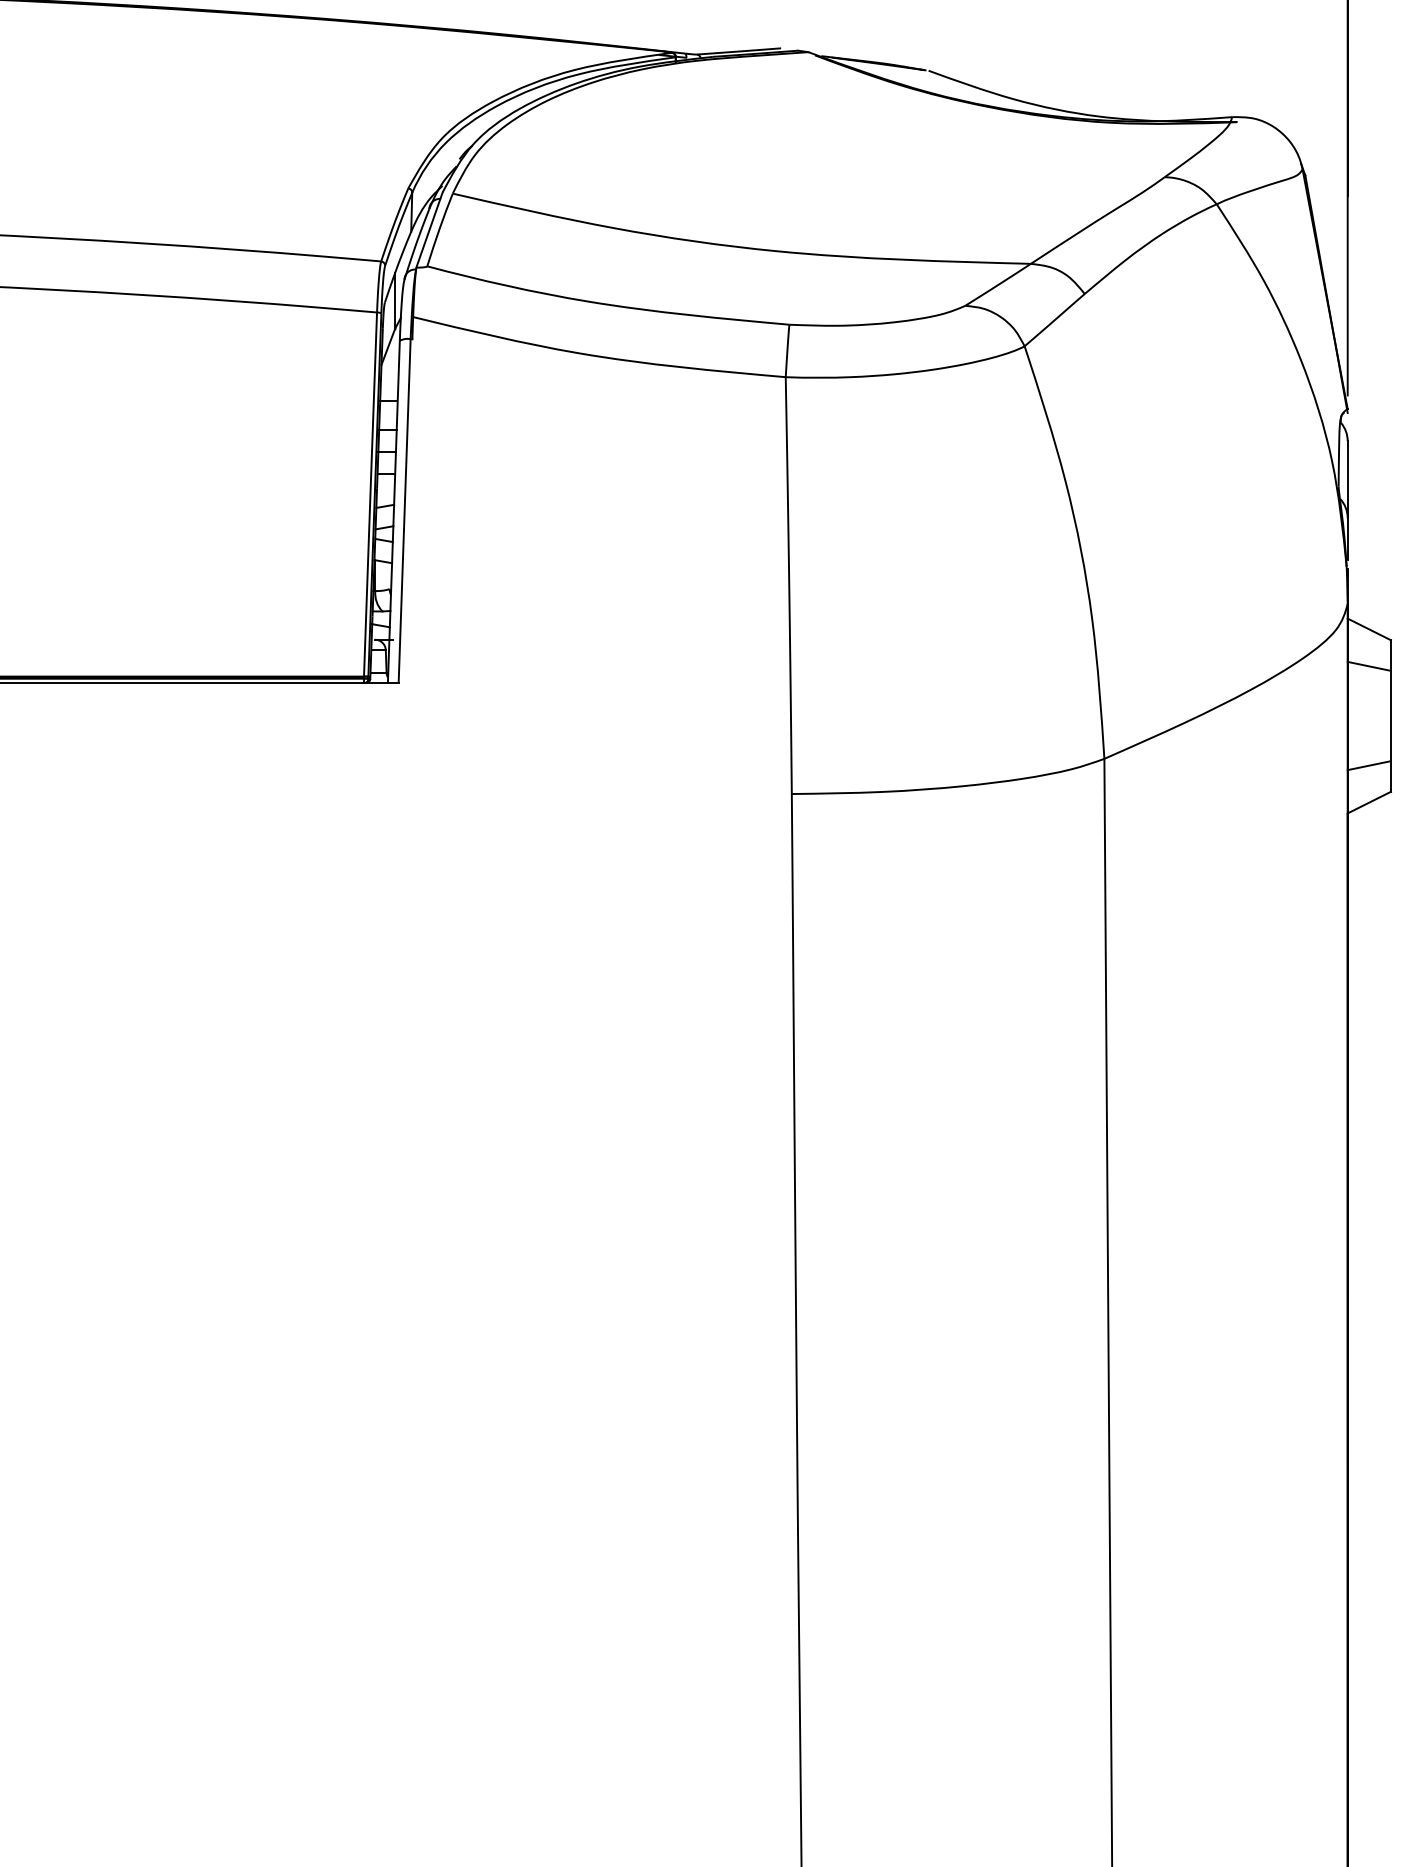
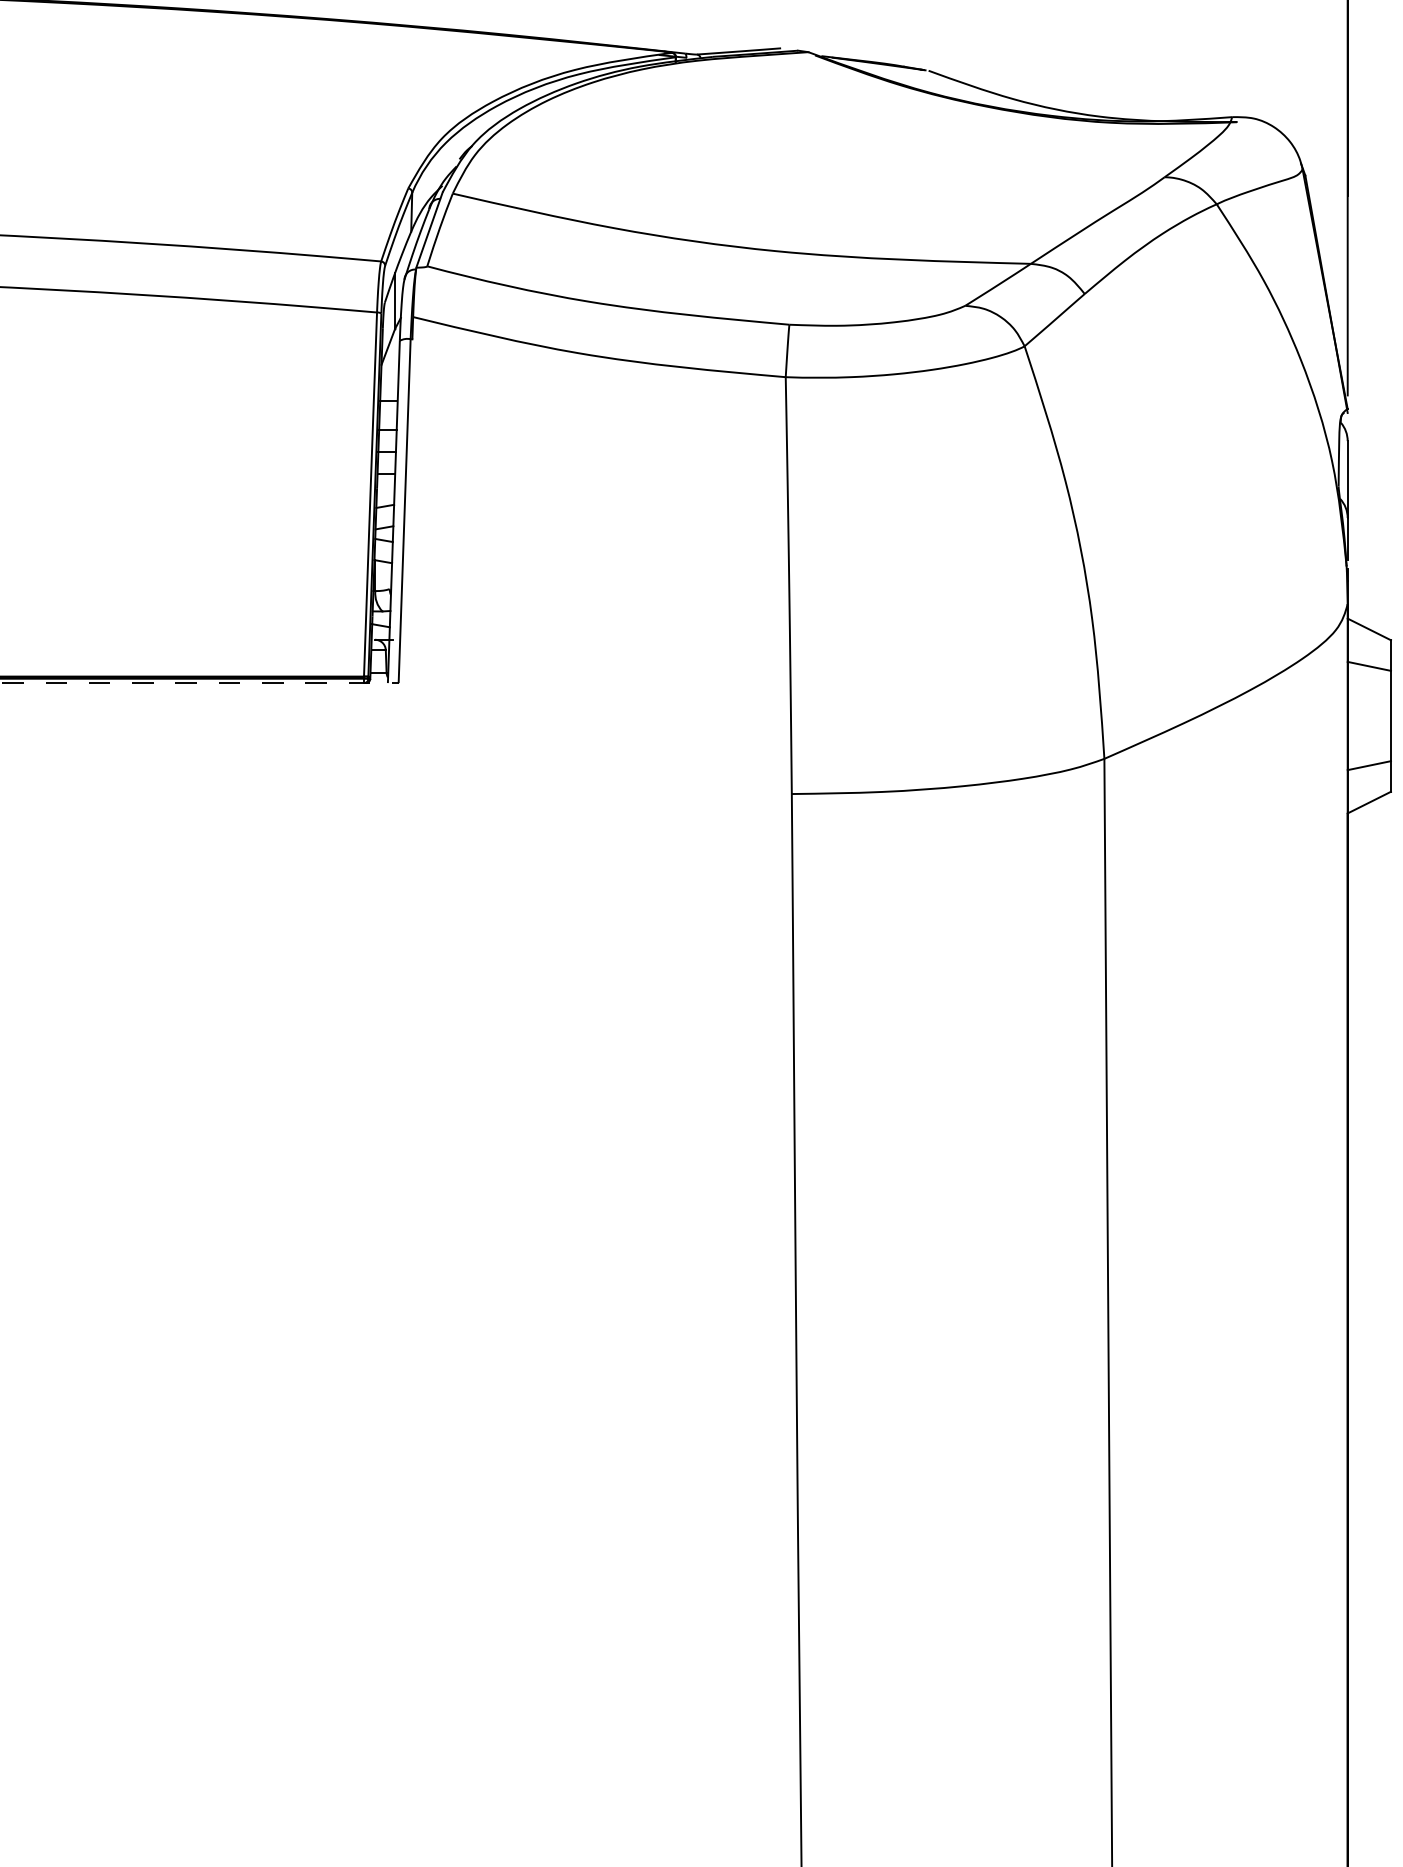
line at (199, 683): solid -> dashed
